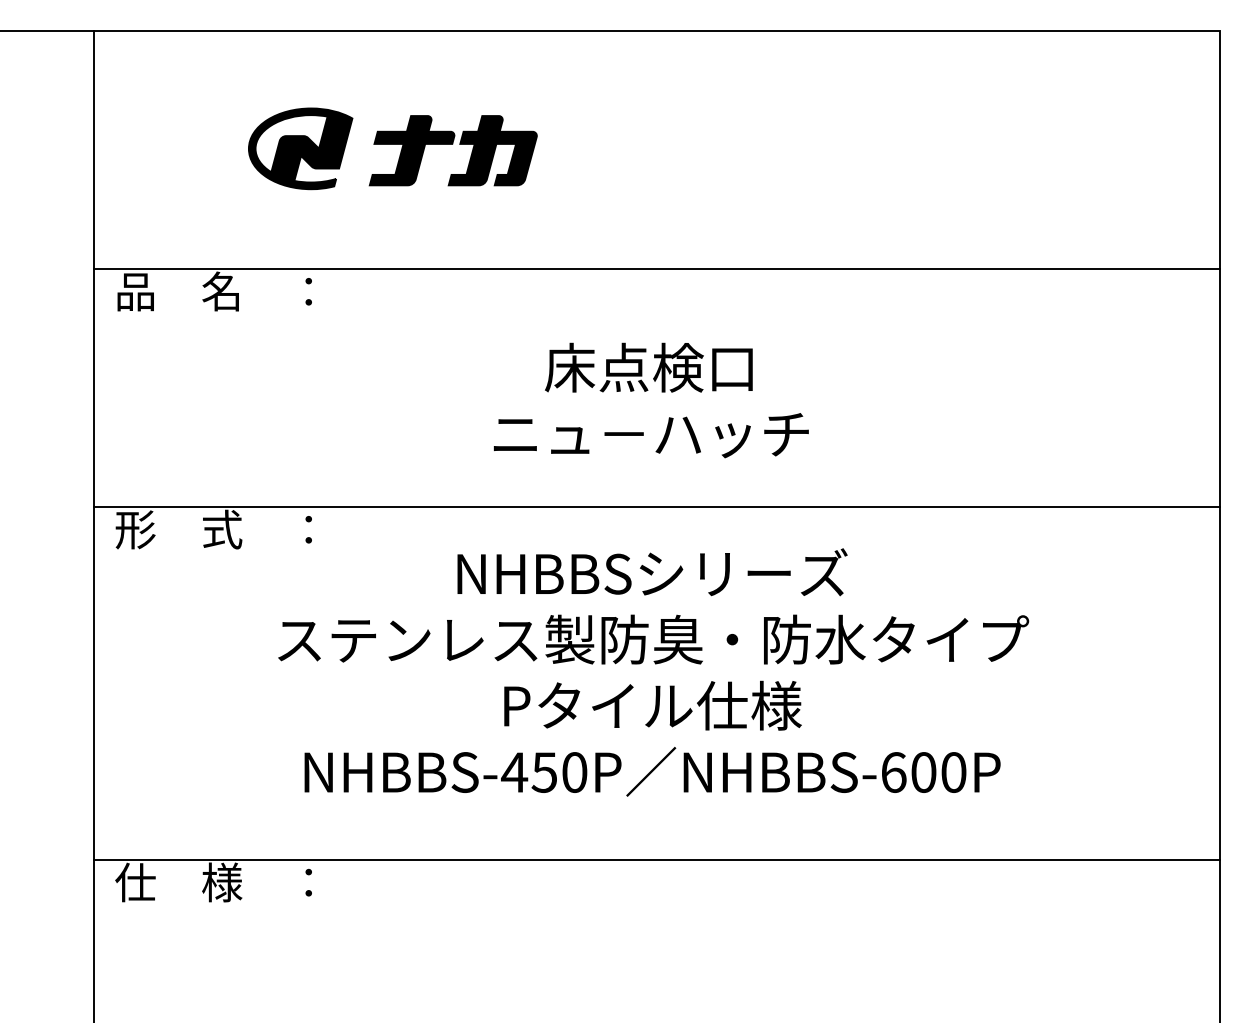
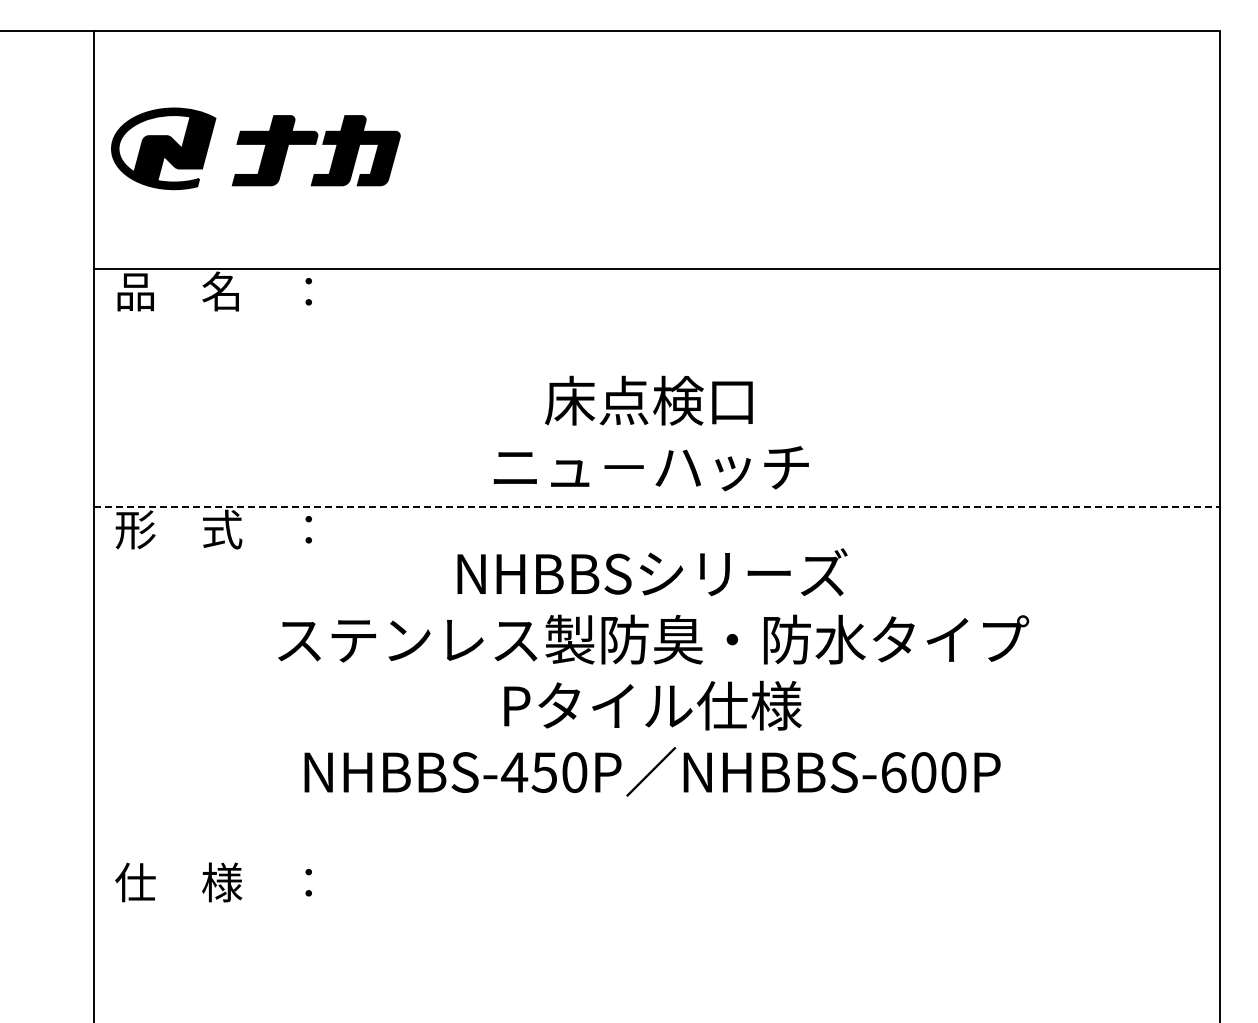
part at (392, 148) position: (392, 148) -> (255, 148)
text at (651, 400) position: (651, 400) -> (651, 433)
line at (657, 506): solid -> dashed
line at (656, 859): present -> none
